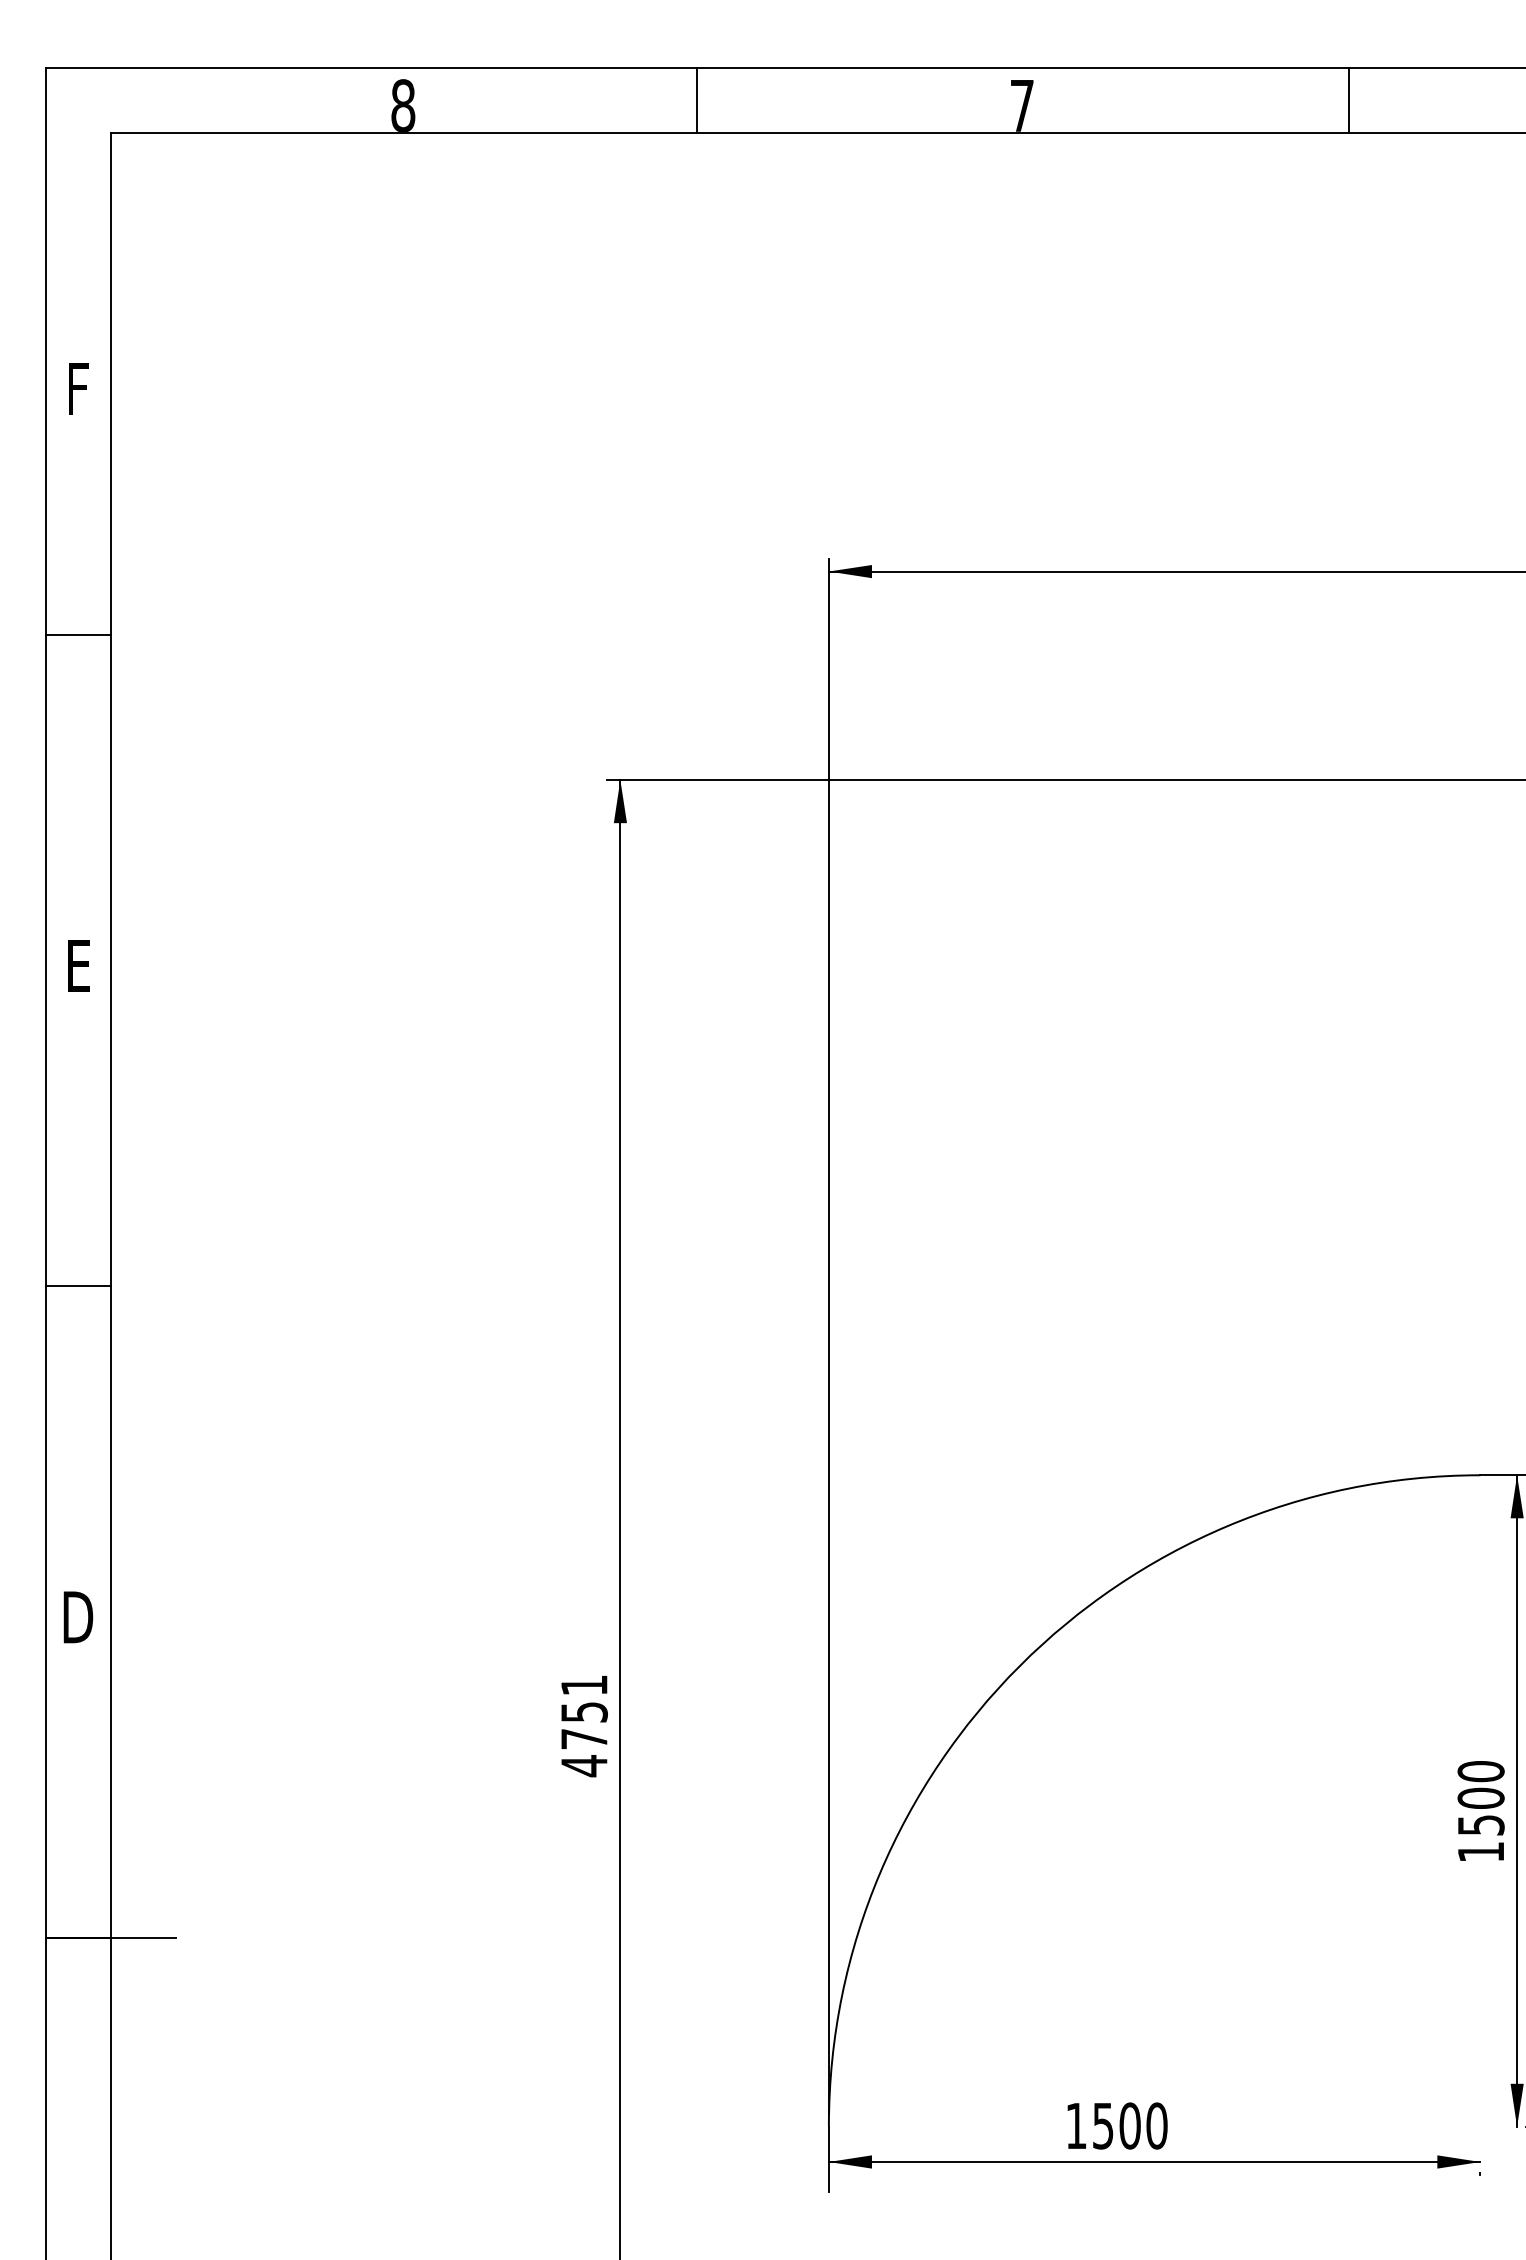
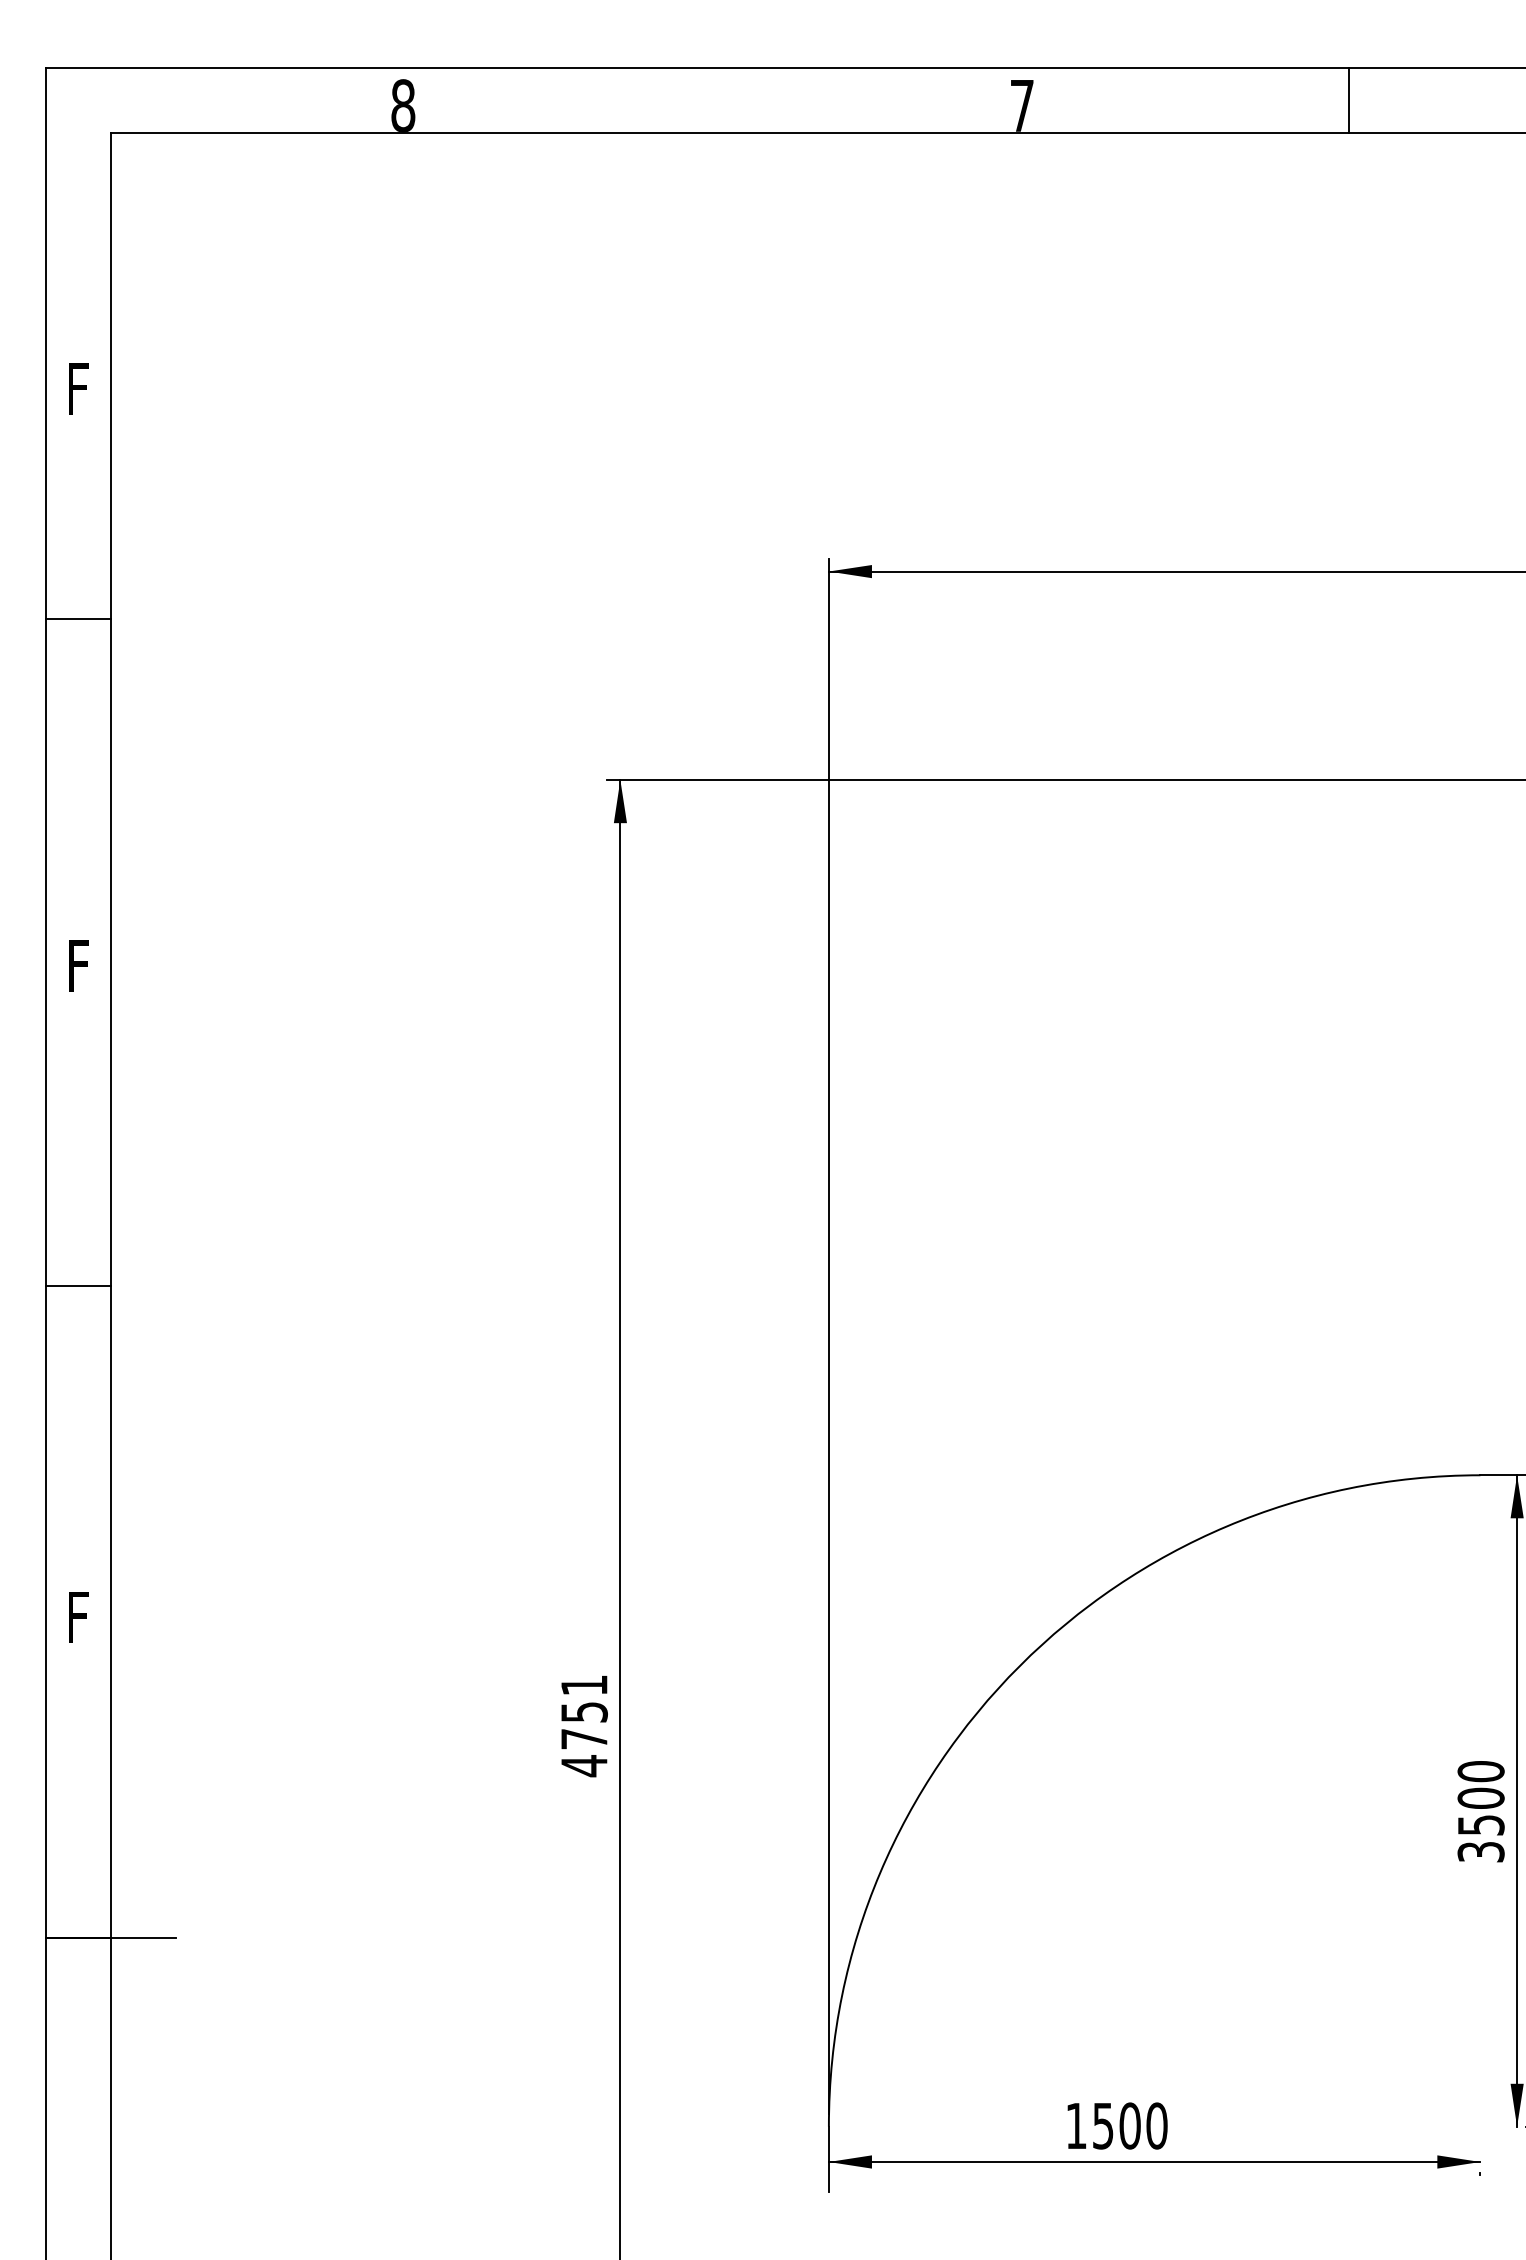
line at (697, 99): present -> none
line at (77, 634) position: (77, 634) -> (77, 618)
text at (78, 965): E -> F
text at (78, 1617): D -> F
text at (1480, 1852): 1500 -> 3500
